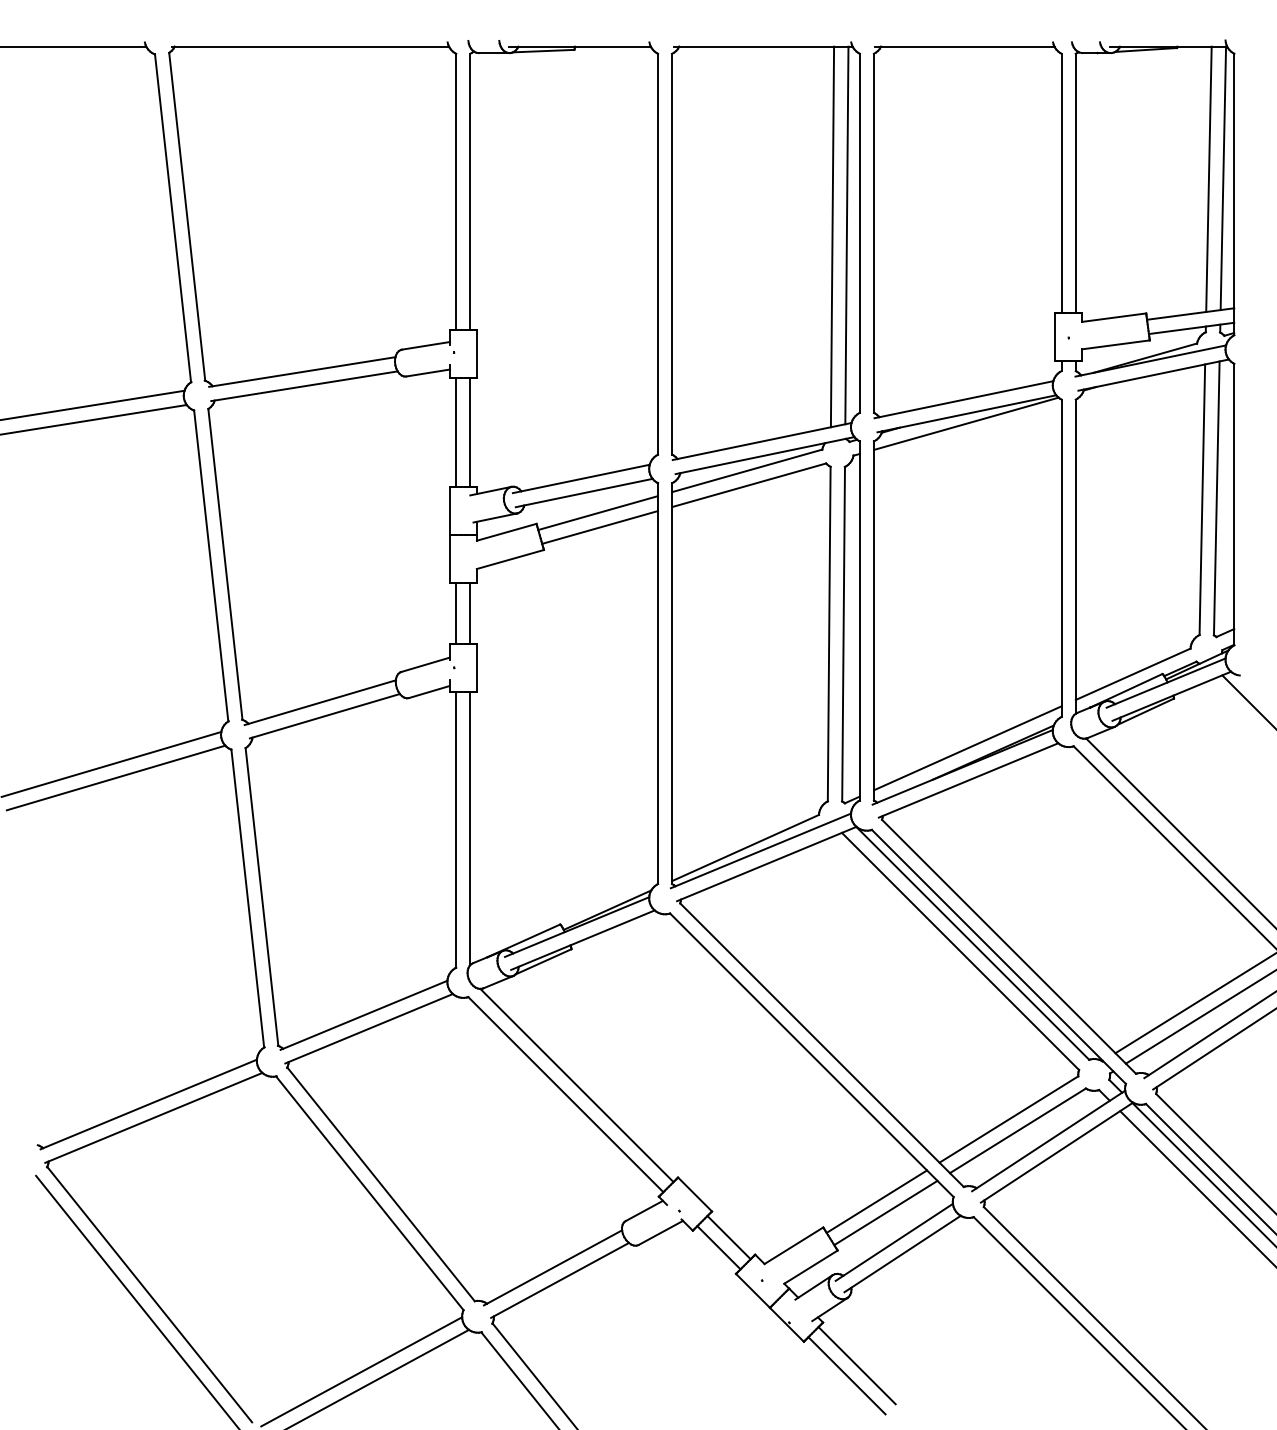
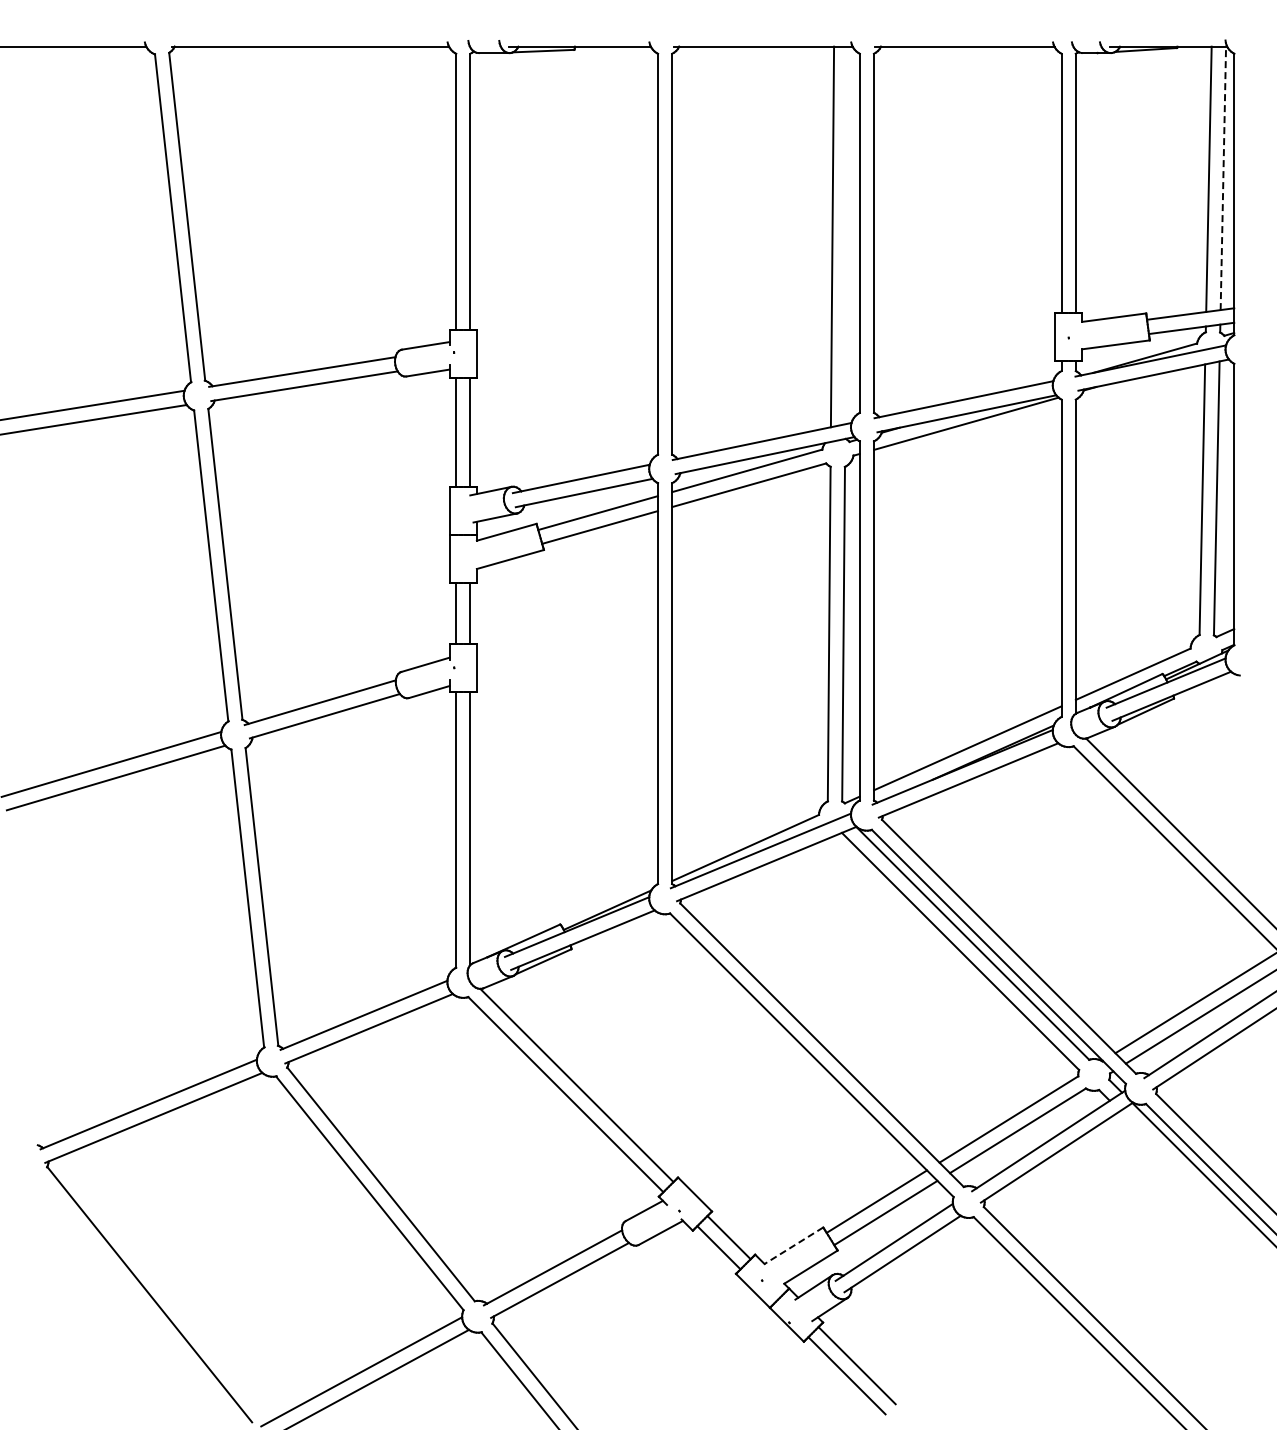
line at (1223, 178): solid -> dashed
line at (846, 235): present -> none
line at (1247, 701): present -> none
line at (1196, 1187): present -> none
line at (793, 1245): solid -> dashed
line at (136, 1300): present -> none
